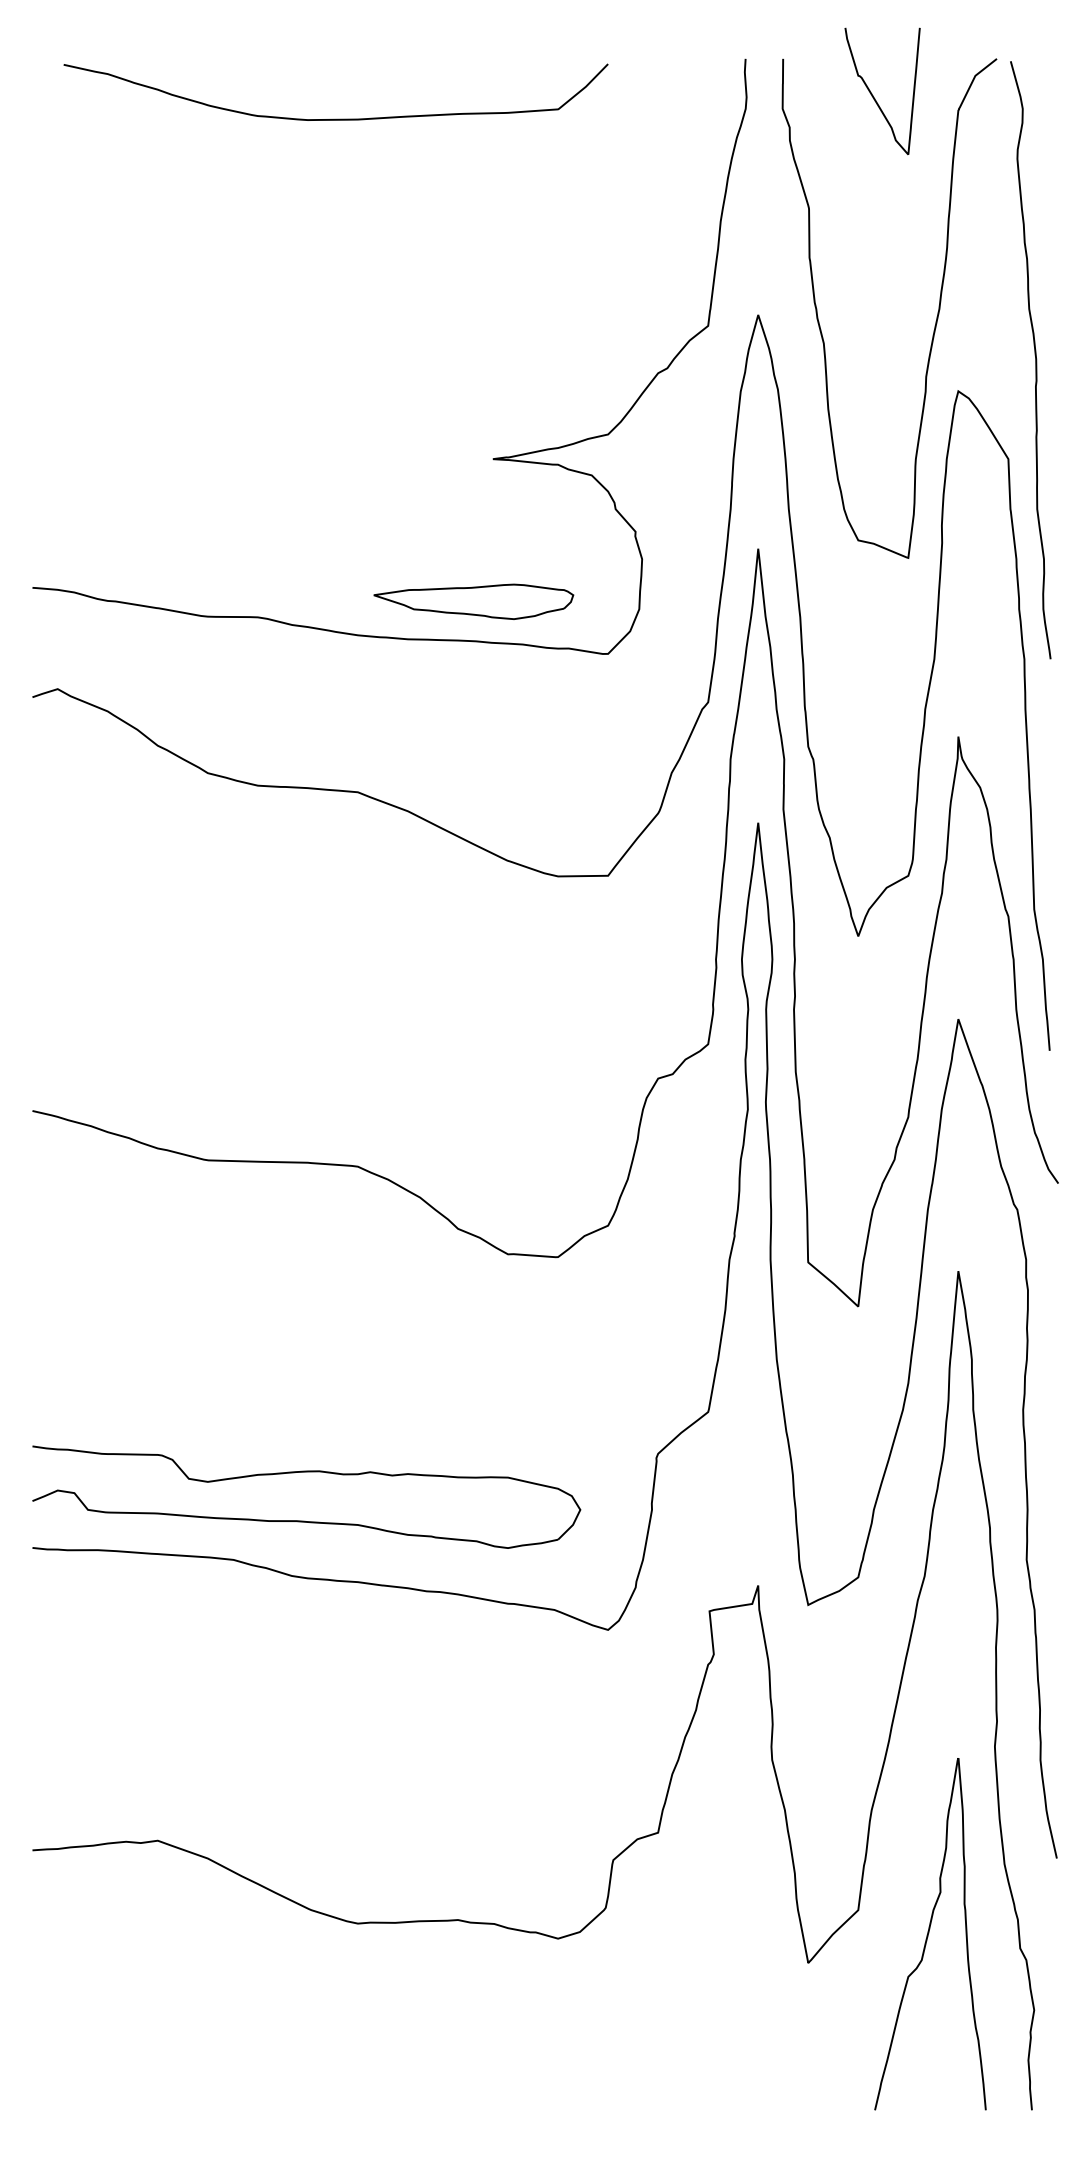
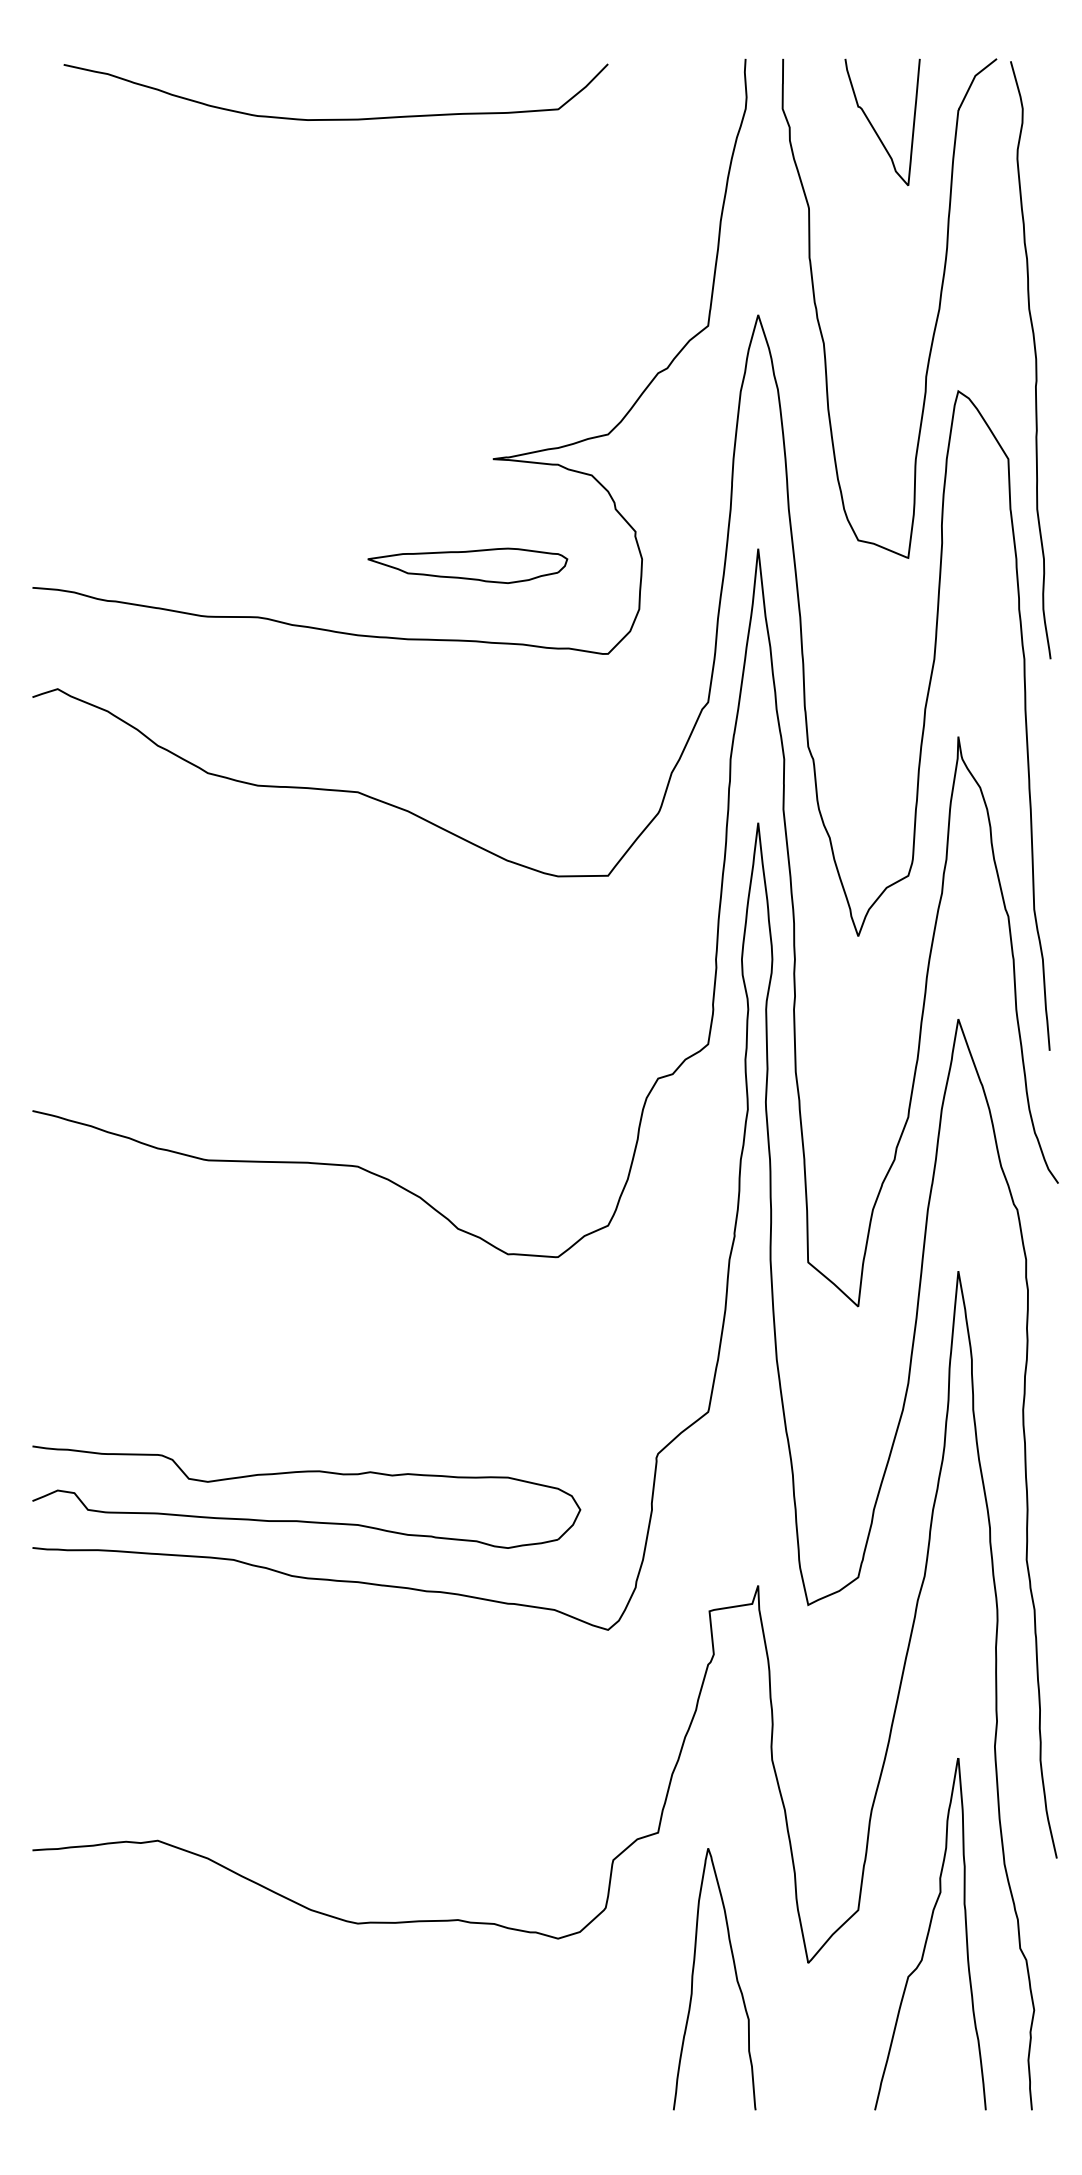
curve at (873, 95) position: (873, 95) -> (873, 126)
part at (473, 601) position: (473, 601) -> (467, 565)
curve at (693, 1979): none -> present
